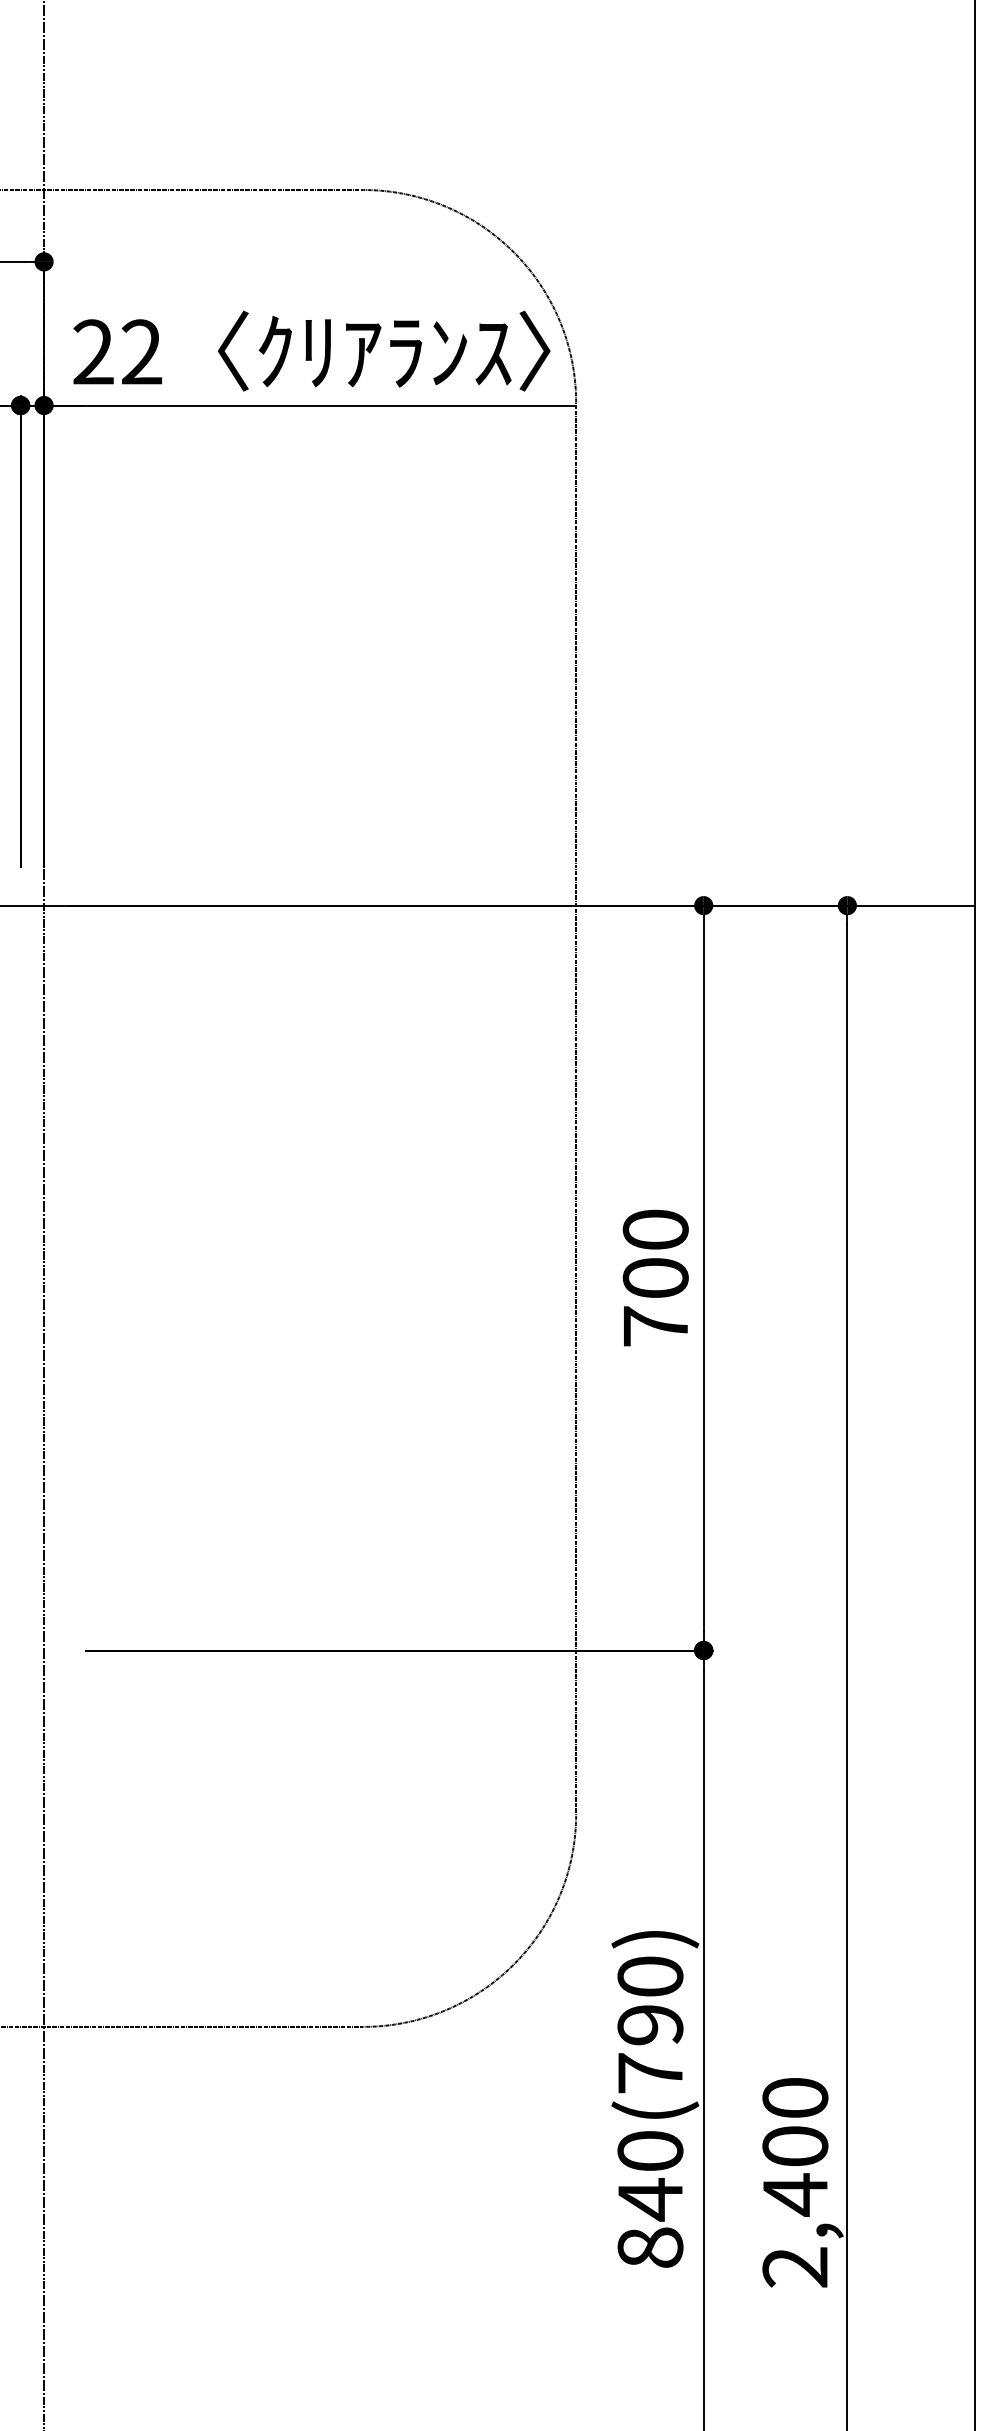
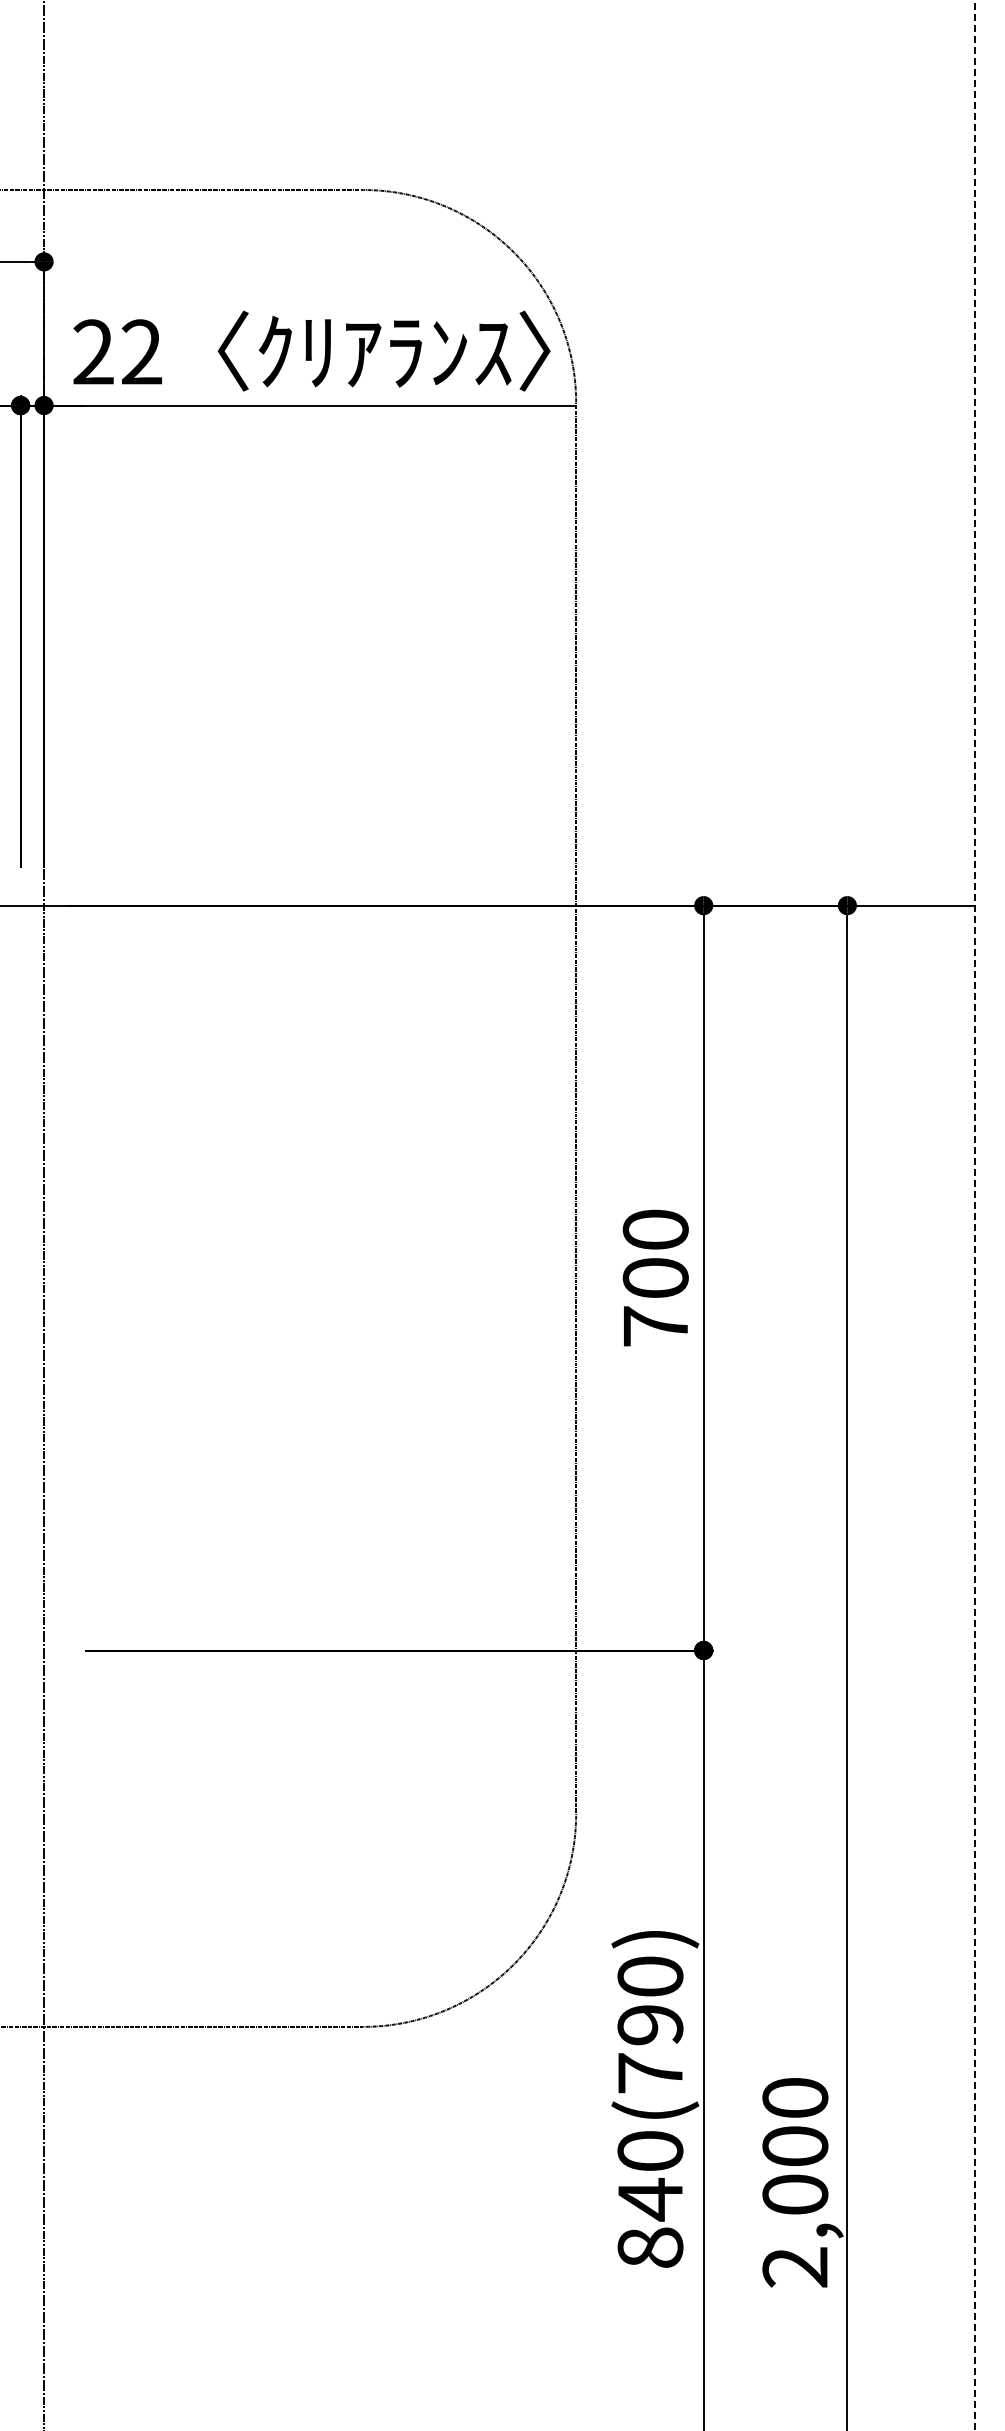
line at (974, 1215): solid -> dashed
text at (795, 2194): 2,400 -> 2,000
